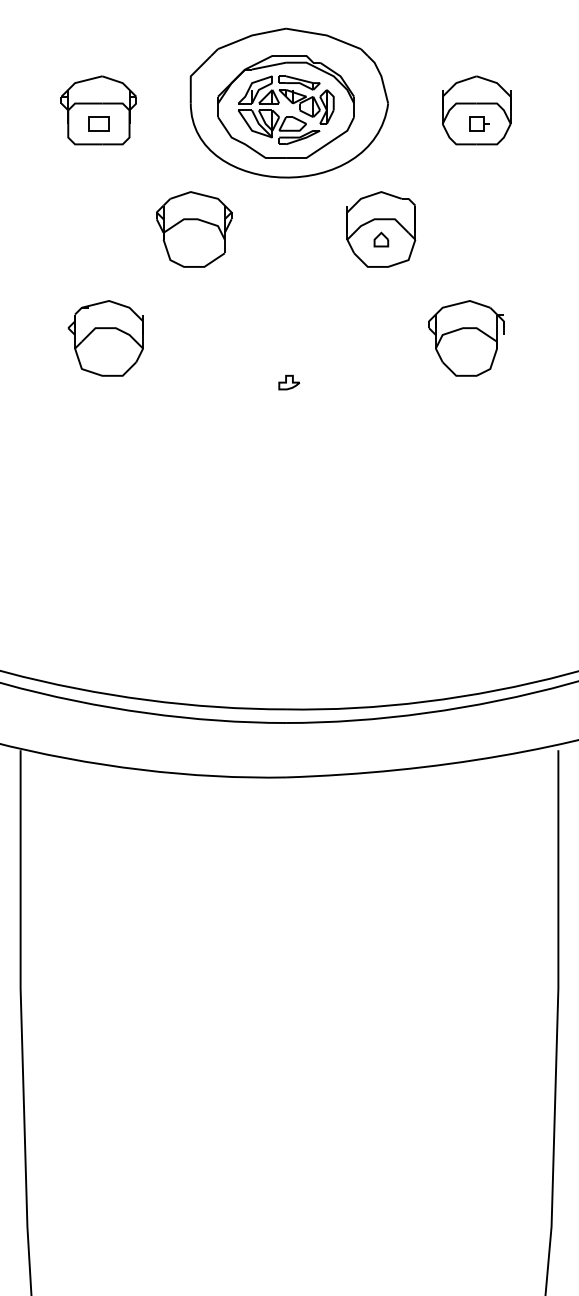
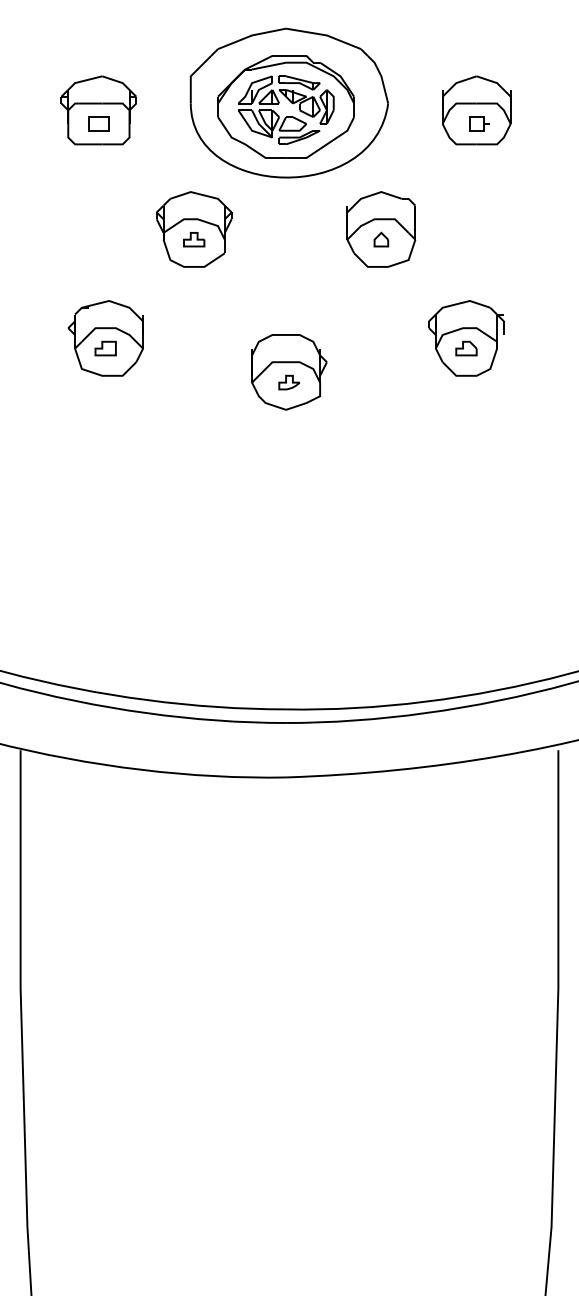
part at (194, 239): none -> present
part at (105, 348): none -> present
part at (466, 348): none -> present
part at (289, 372): none -> present
